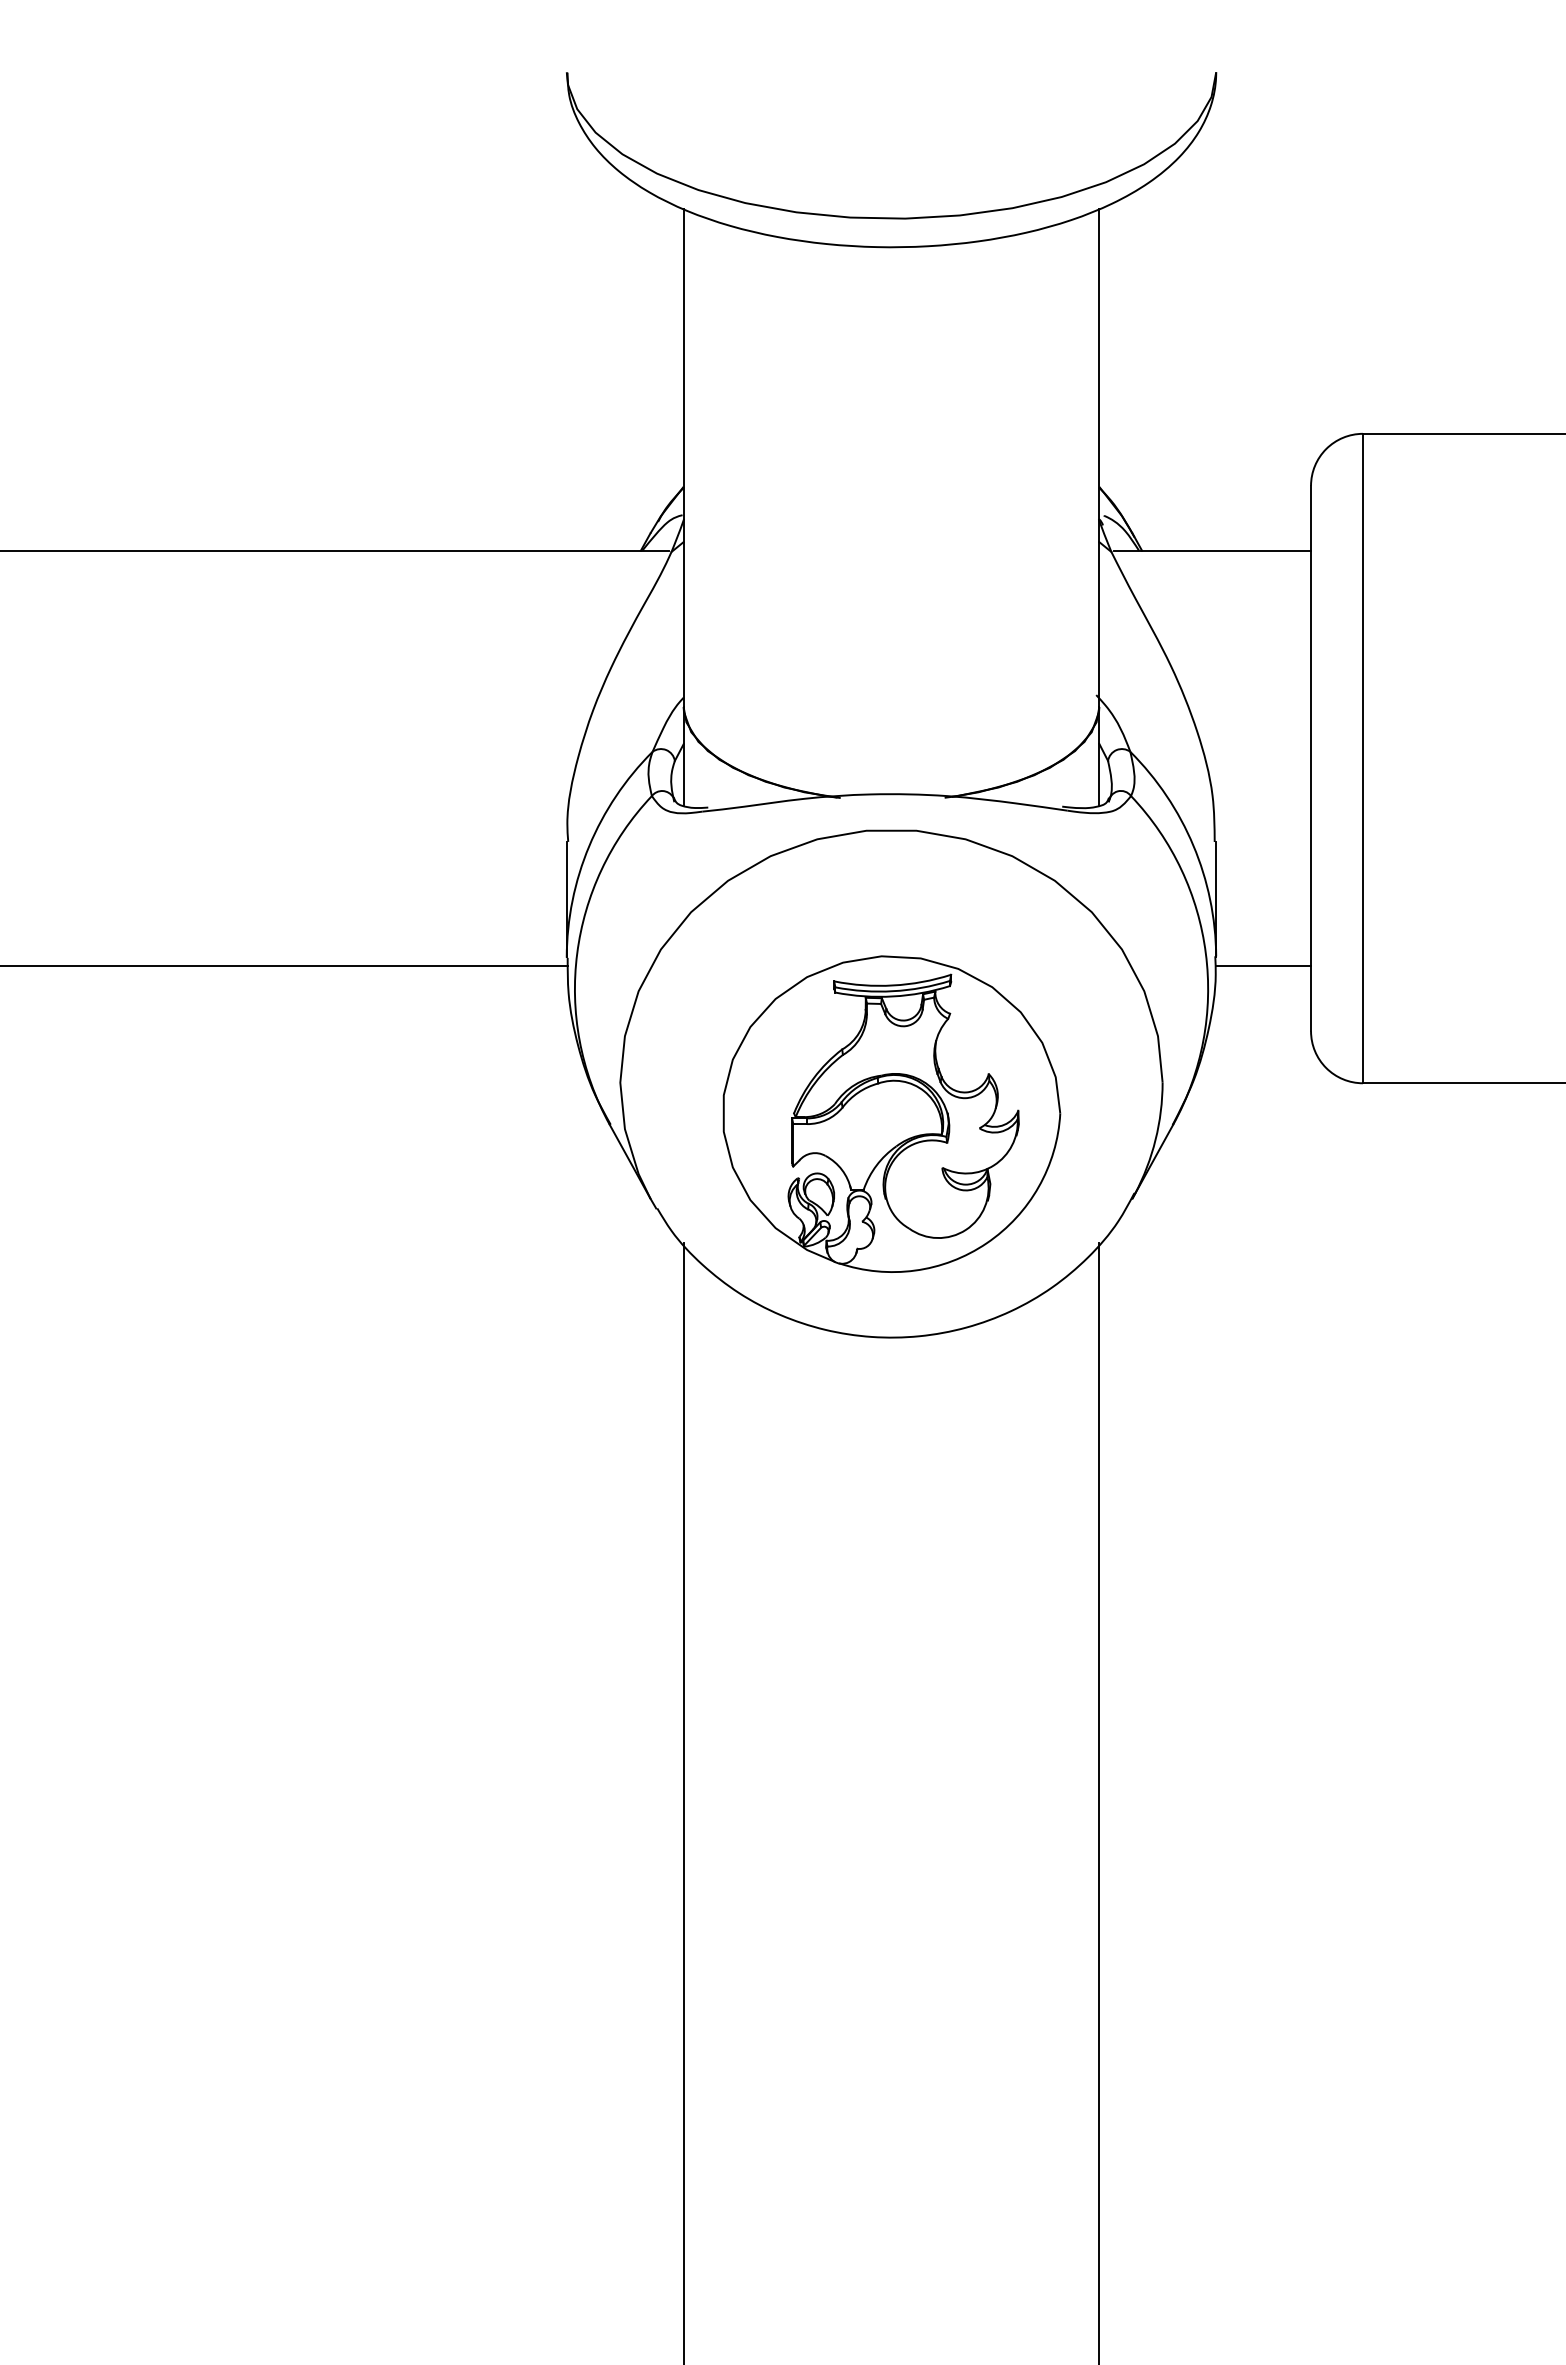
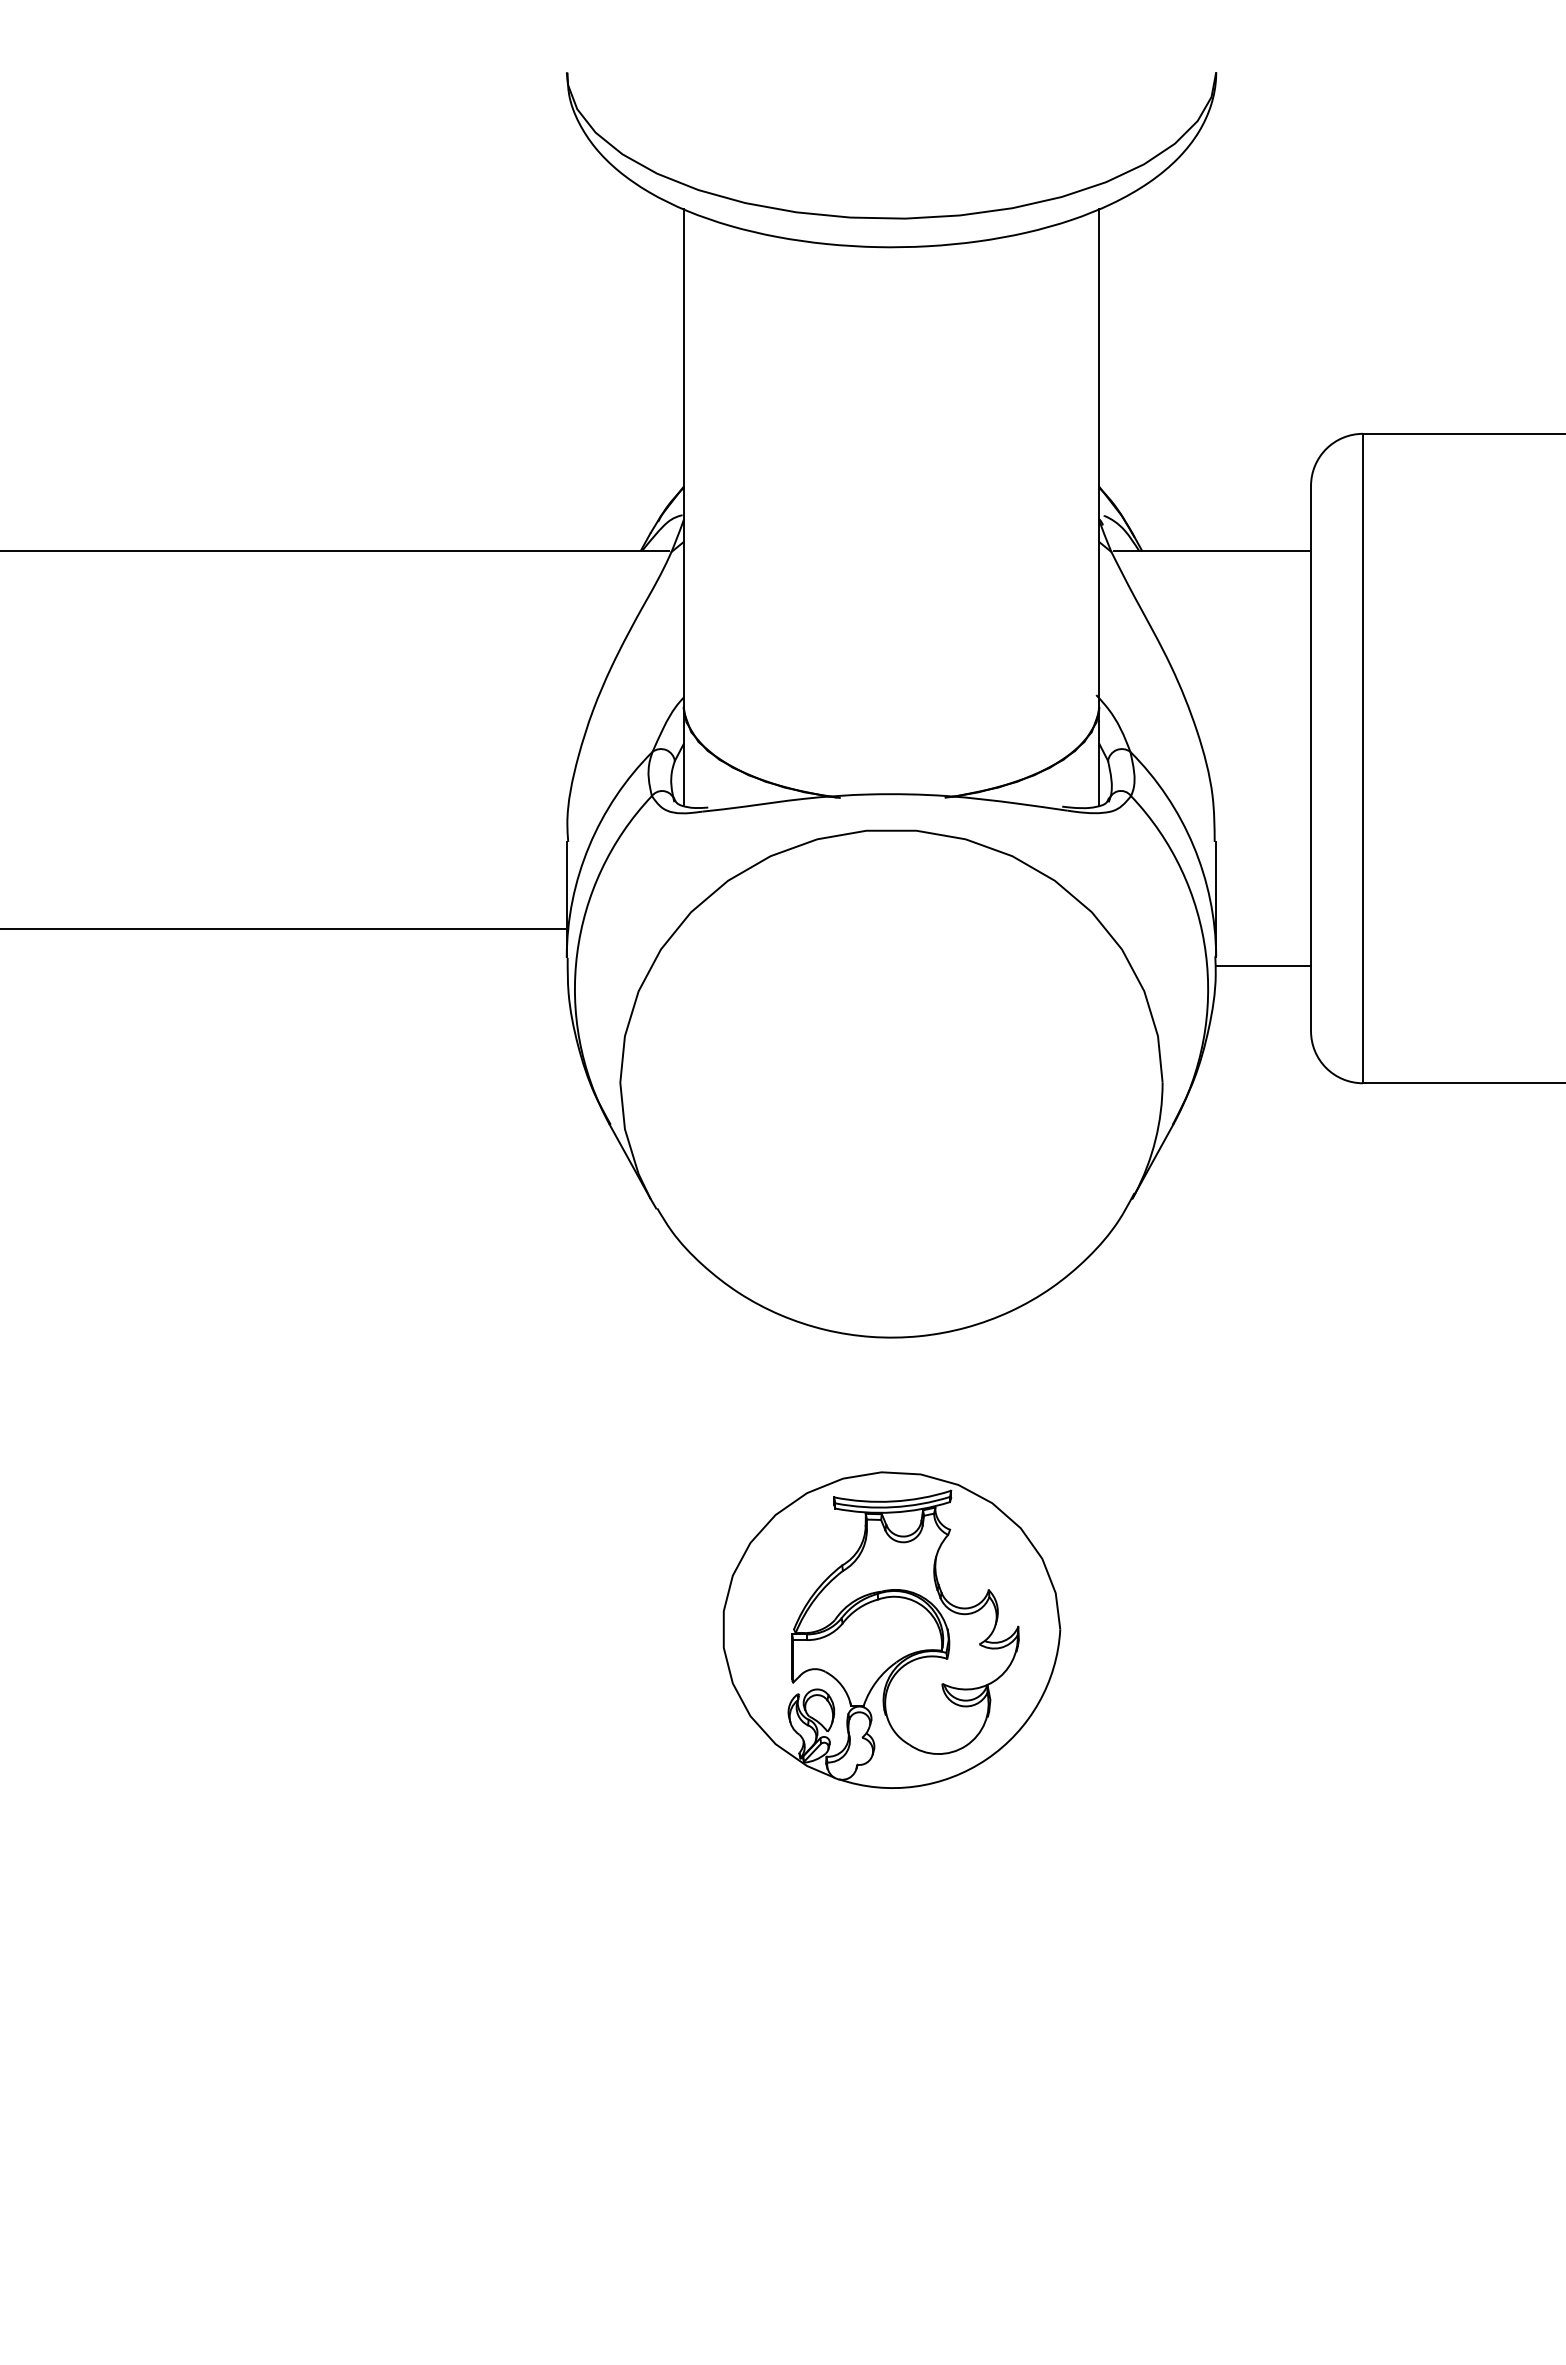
line at (284, 966) position: (284, 966) -> (284, 929)
part at (891, 1113) position: (891, 1113) -> (891, 1629)
line at (683, 1801): present -> none
line at (1099, 1801): present -> none
